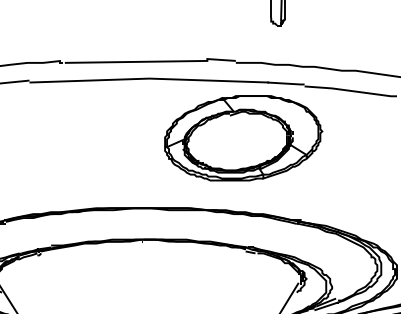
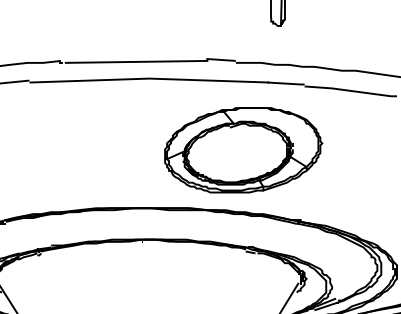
part at (243, 138) position: (243, 138) -> (243, 150)
